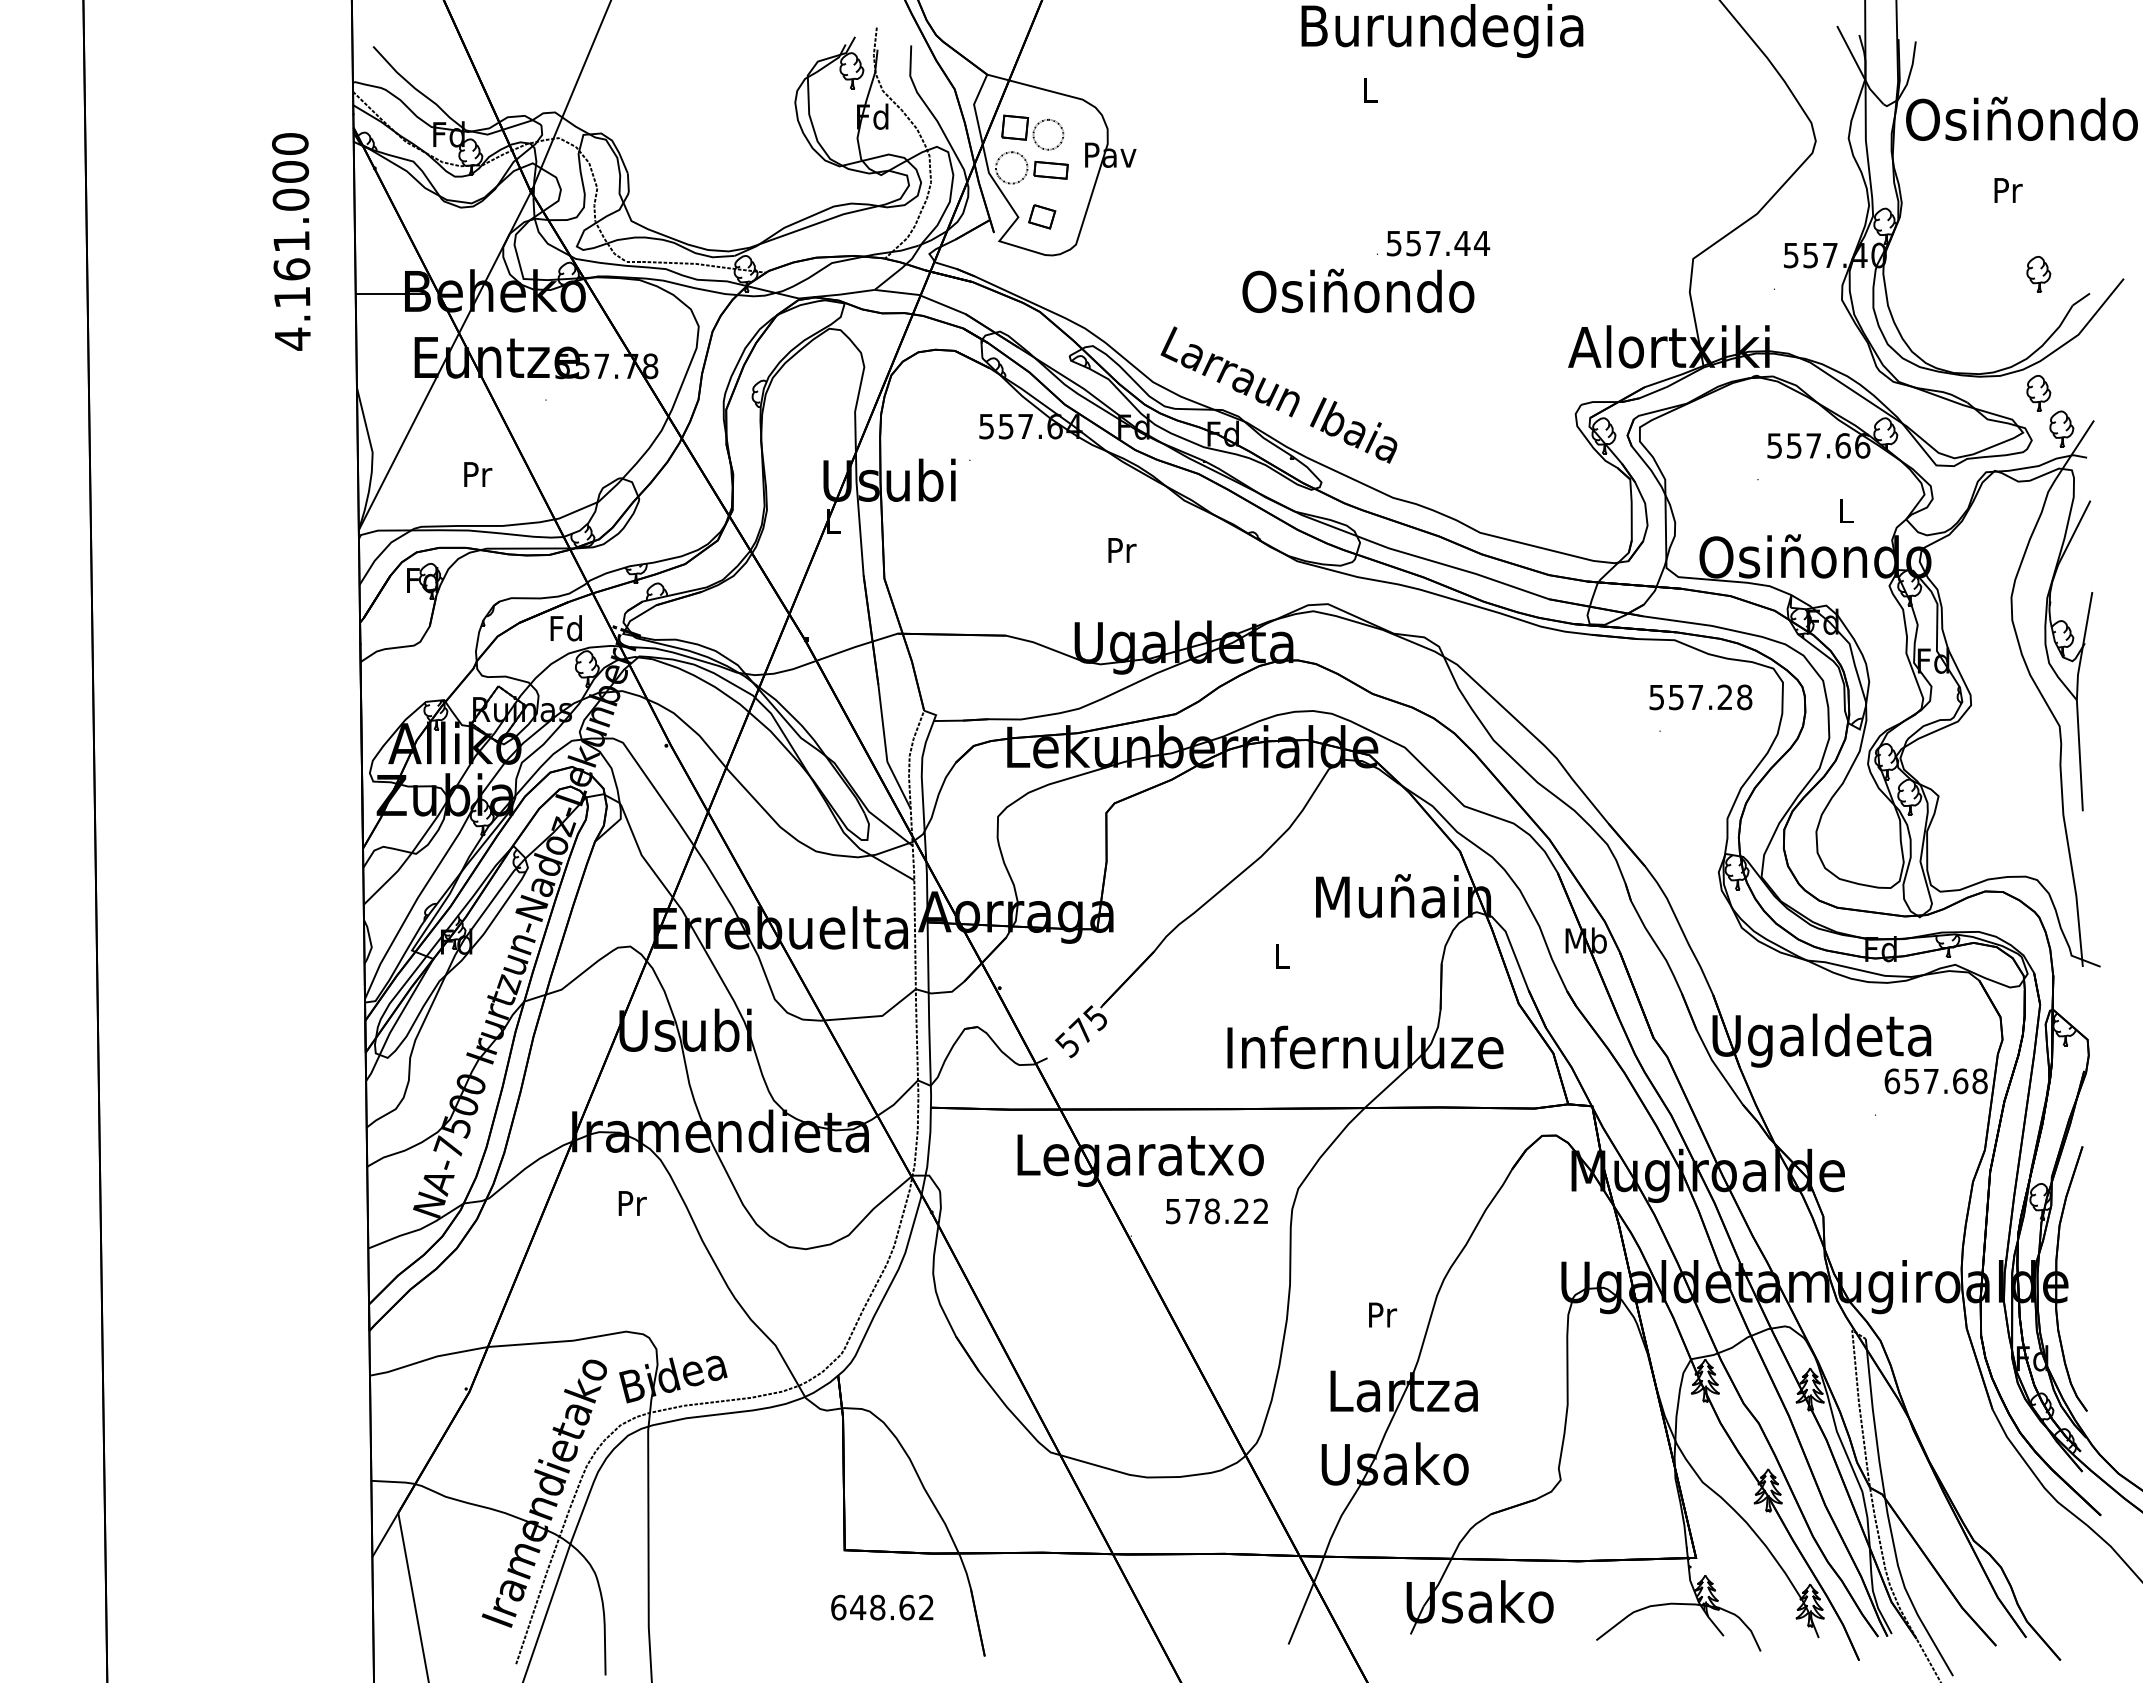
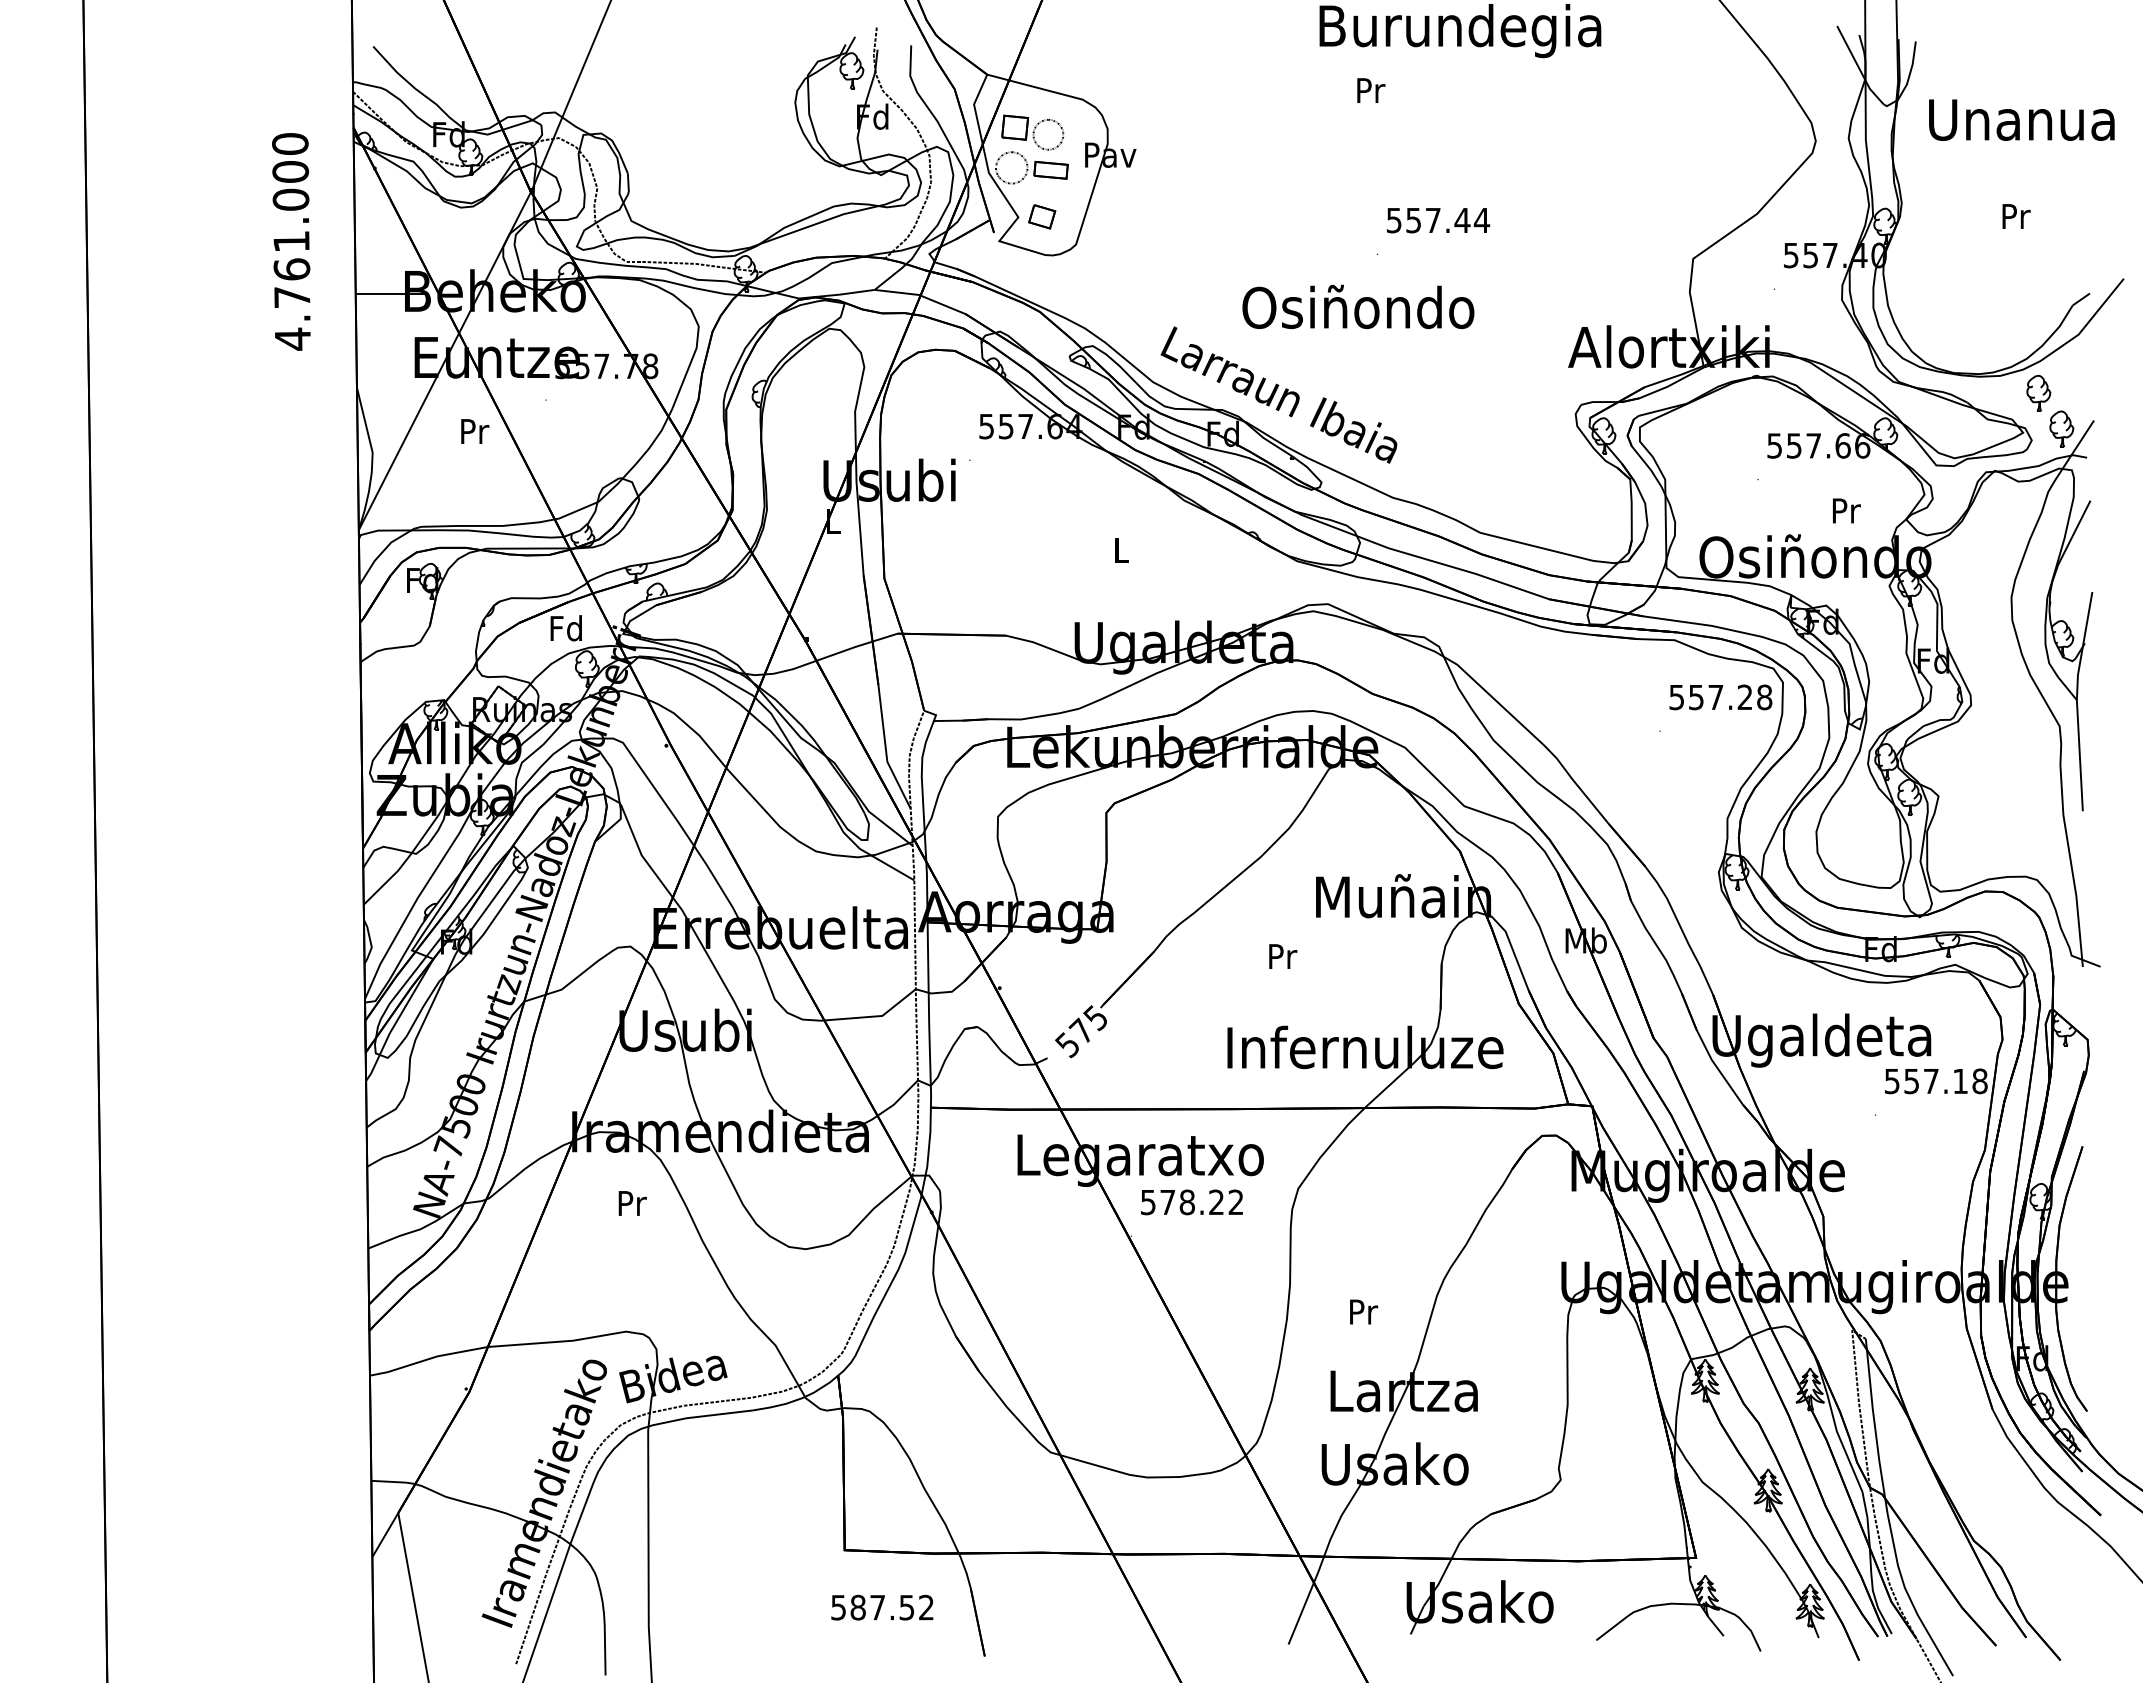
text at (1442, 31) position: (1442, 31) -> (1460, 31)
text at (1371, 90): L -> Pr
text at (2021, 118): Osiñondo -> Unanua
text at (2008, 190) position: (2008, 190) -> (2016, 216)
text at (1438, 243) position: (1438, 243) -> (1438, 220)
part at (2038, 273): present -> none
text at (1358, 290) position: (1358, 290) -> (1358, 306)
text at (292, 297): 4.161.000 -> 4.761.000
text at (478, 474) position: (478, 474) -> (475, 431)
text at (1846, 510): L -> Pr
text at (1122, 550): Pr -> L
text at (1700, 697) position: (1700, 697) -> (1720, 697)
text at (1283, 956): L -> Pr
text at (1926, 1081): 657.68 -> 557.18
text at (1216, 1211) position: (1216, 1211) -> (1191, 1202)
text at (1383, 1314) position: (1383, 1314) -> (1364, 1311)
text at (872, 1607): 648.62 -> 587.52
